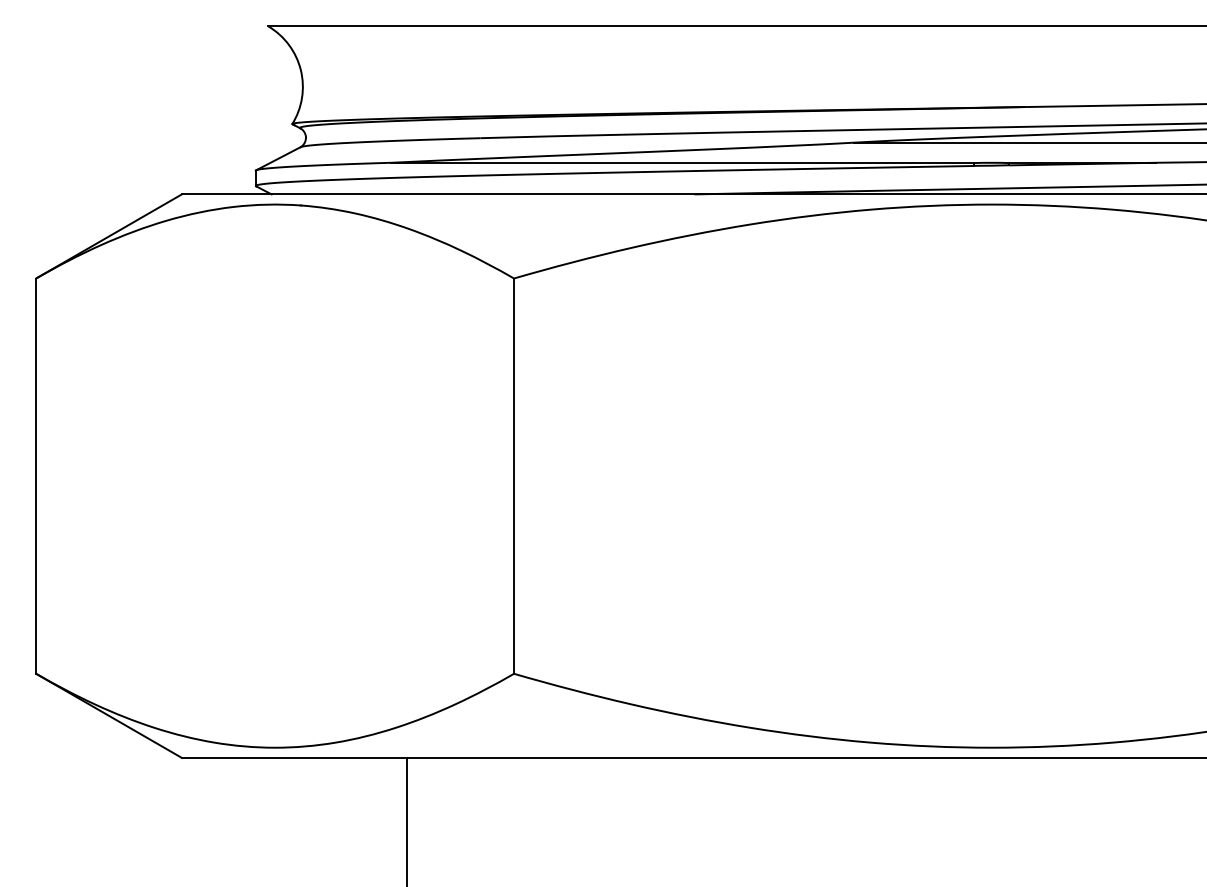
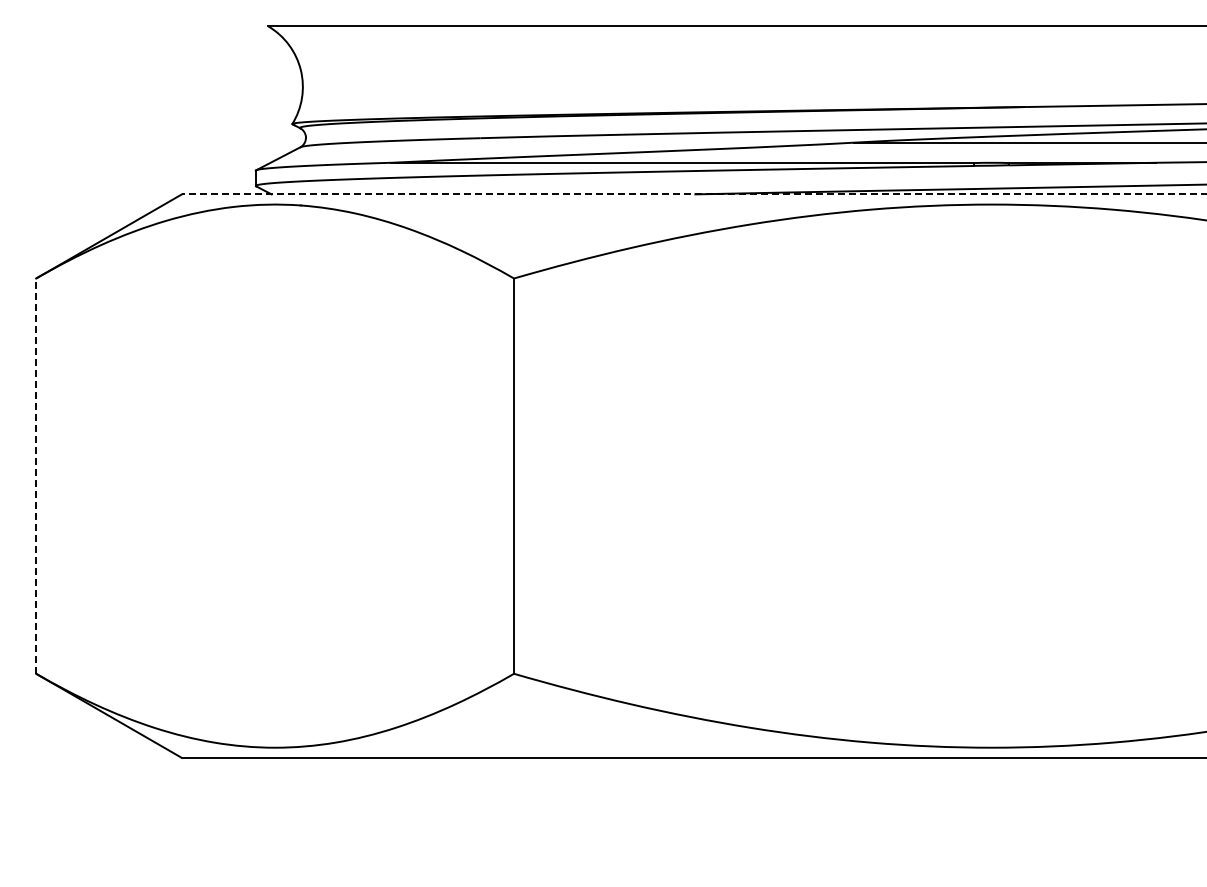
line at (693, 194): solid -> dashed
line at (36, 476): solid -> dashed
line at (407, 820): present -> none
